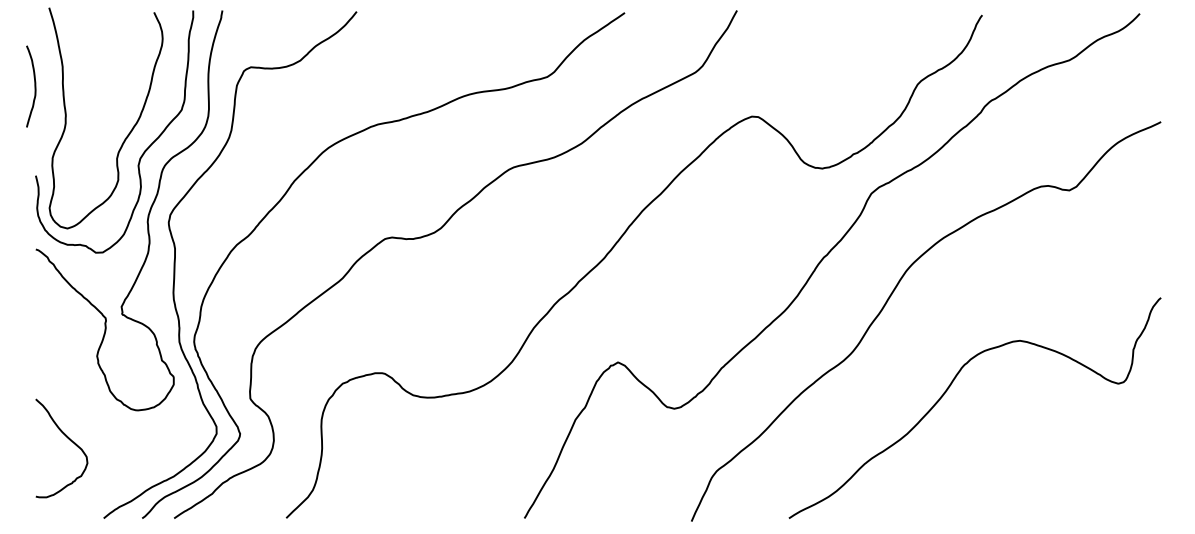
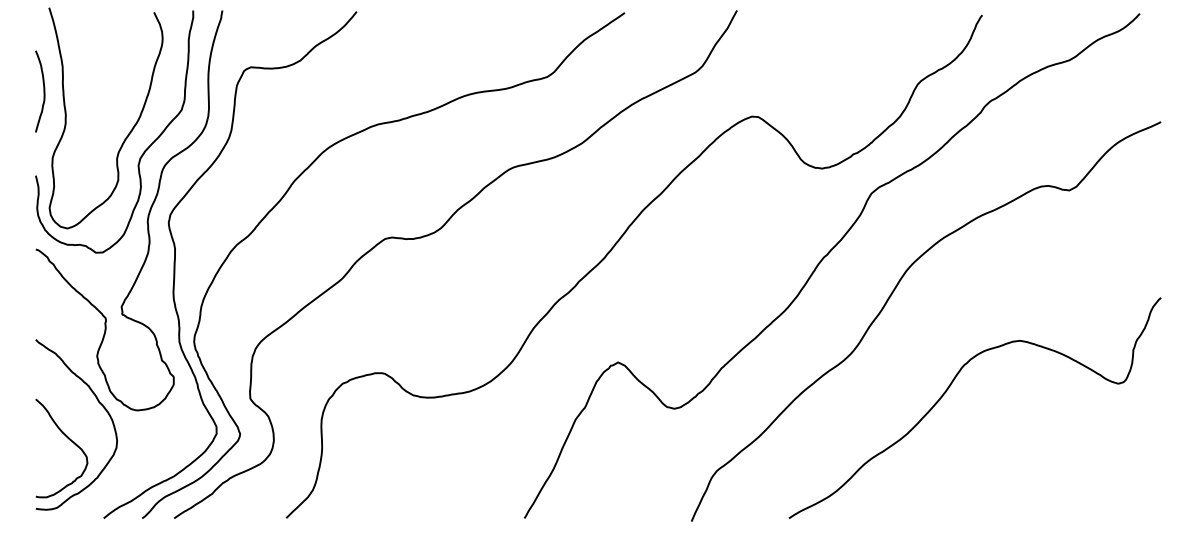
curve at (34, 86) position: (34, 86) -> (43, 91)
curve at (98, 402): none -> present
